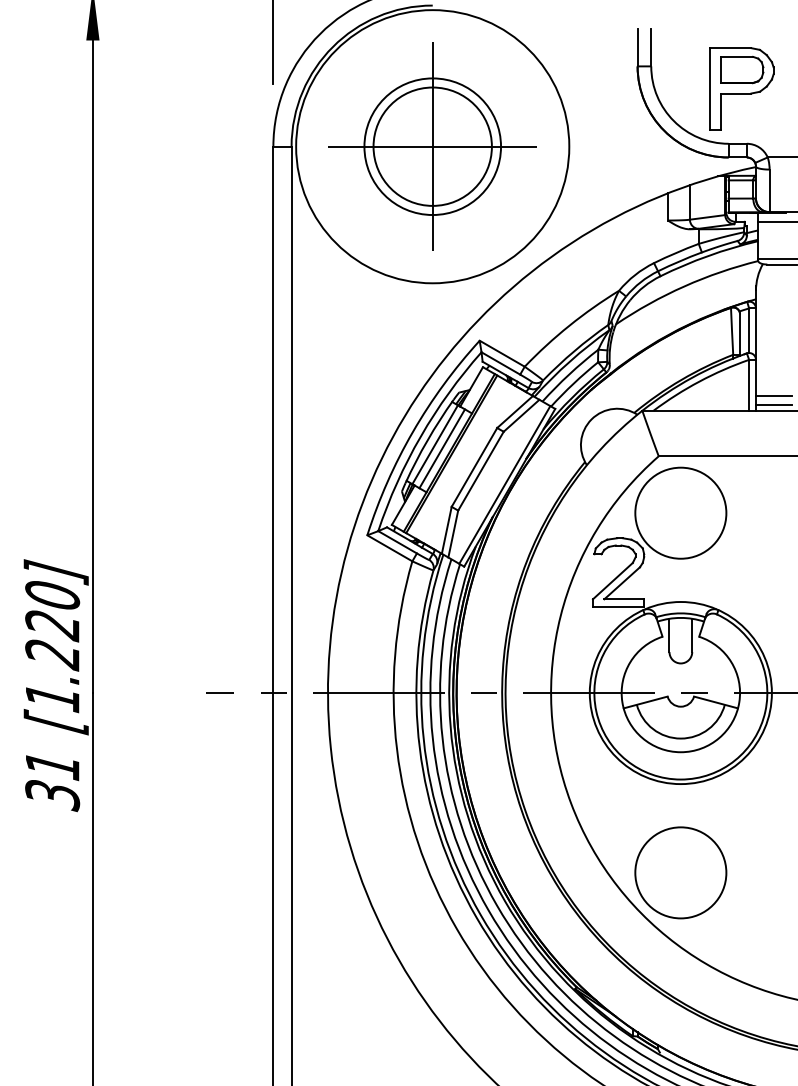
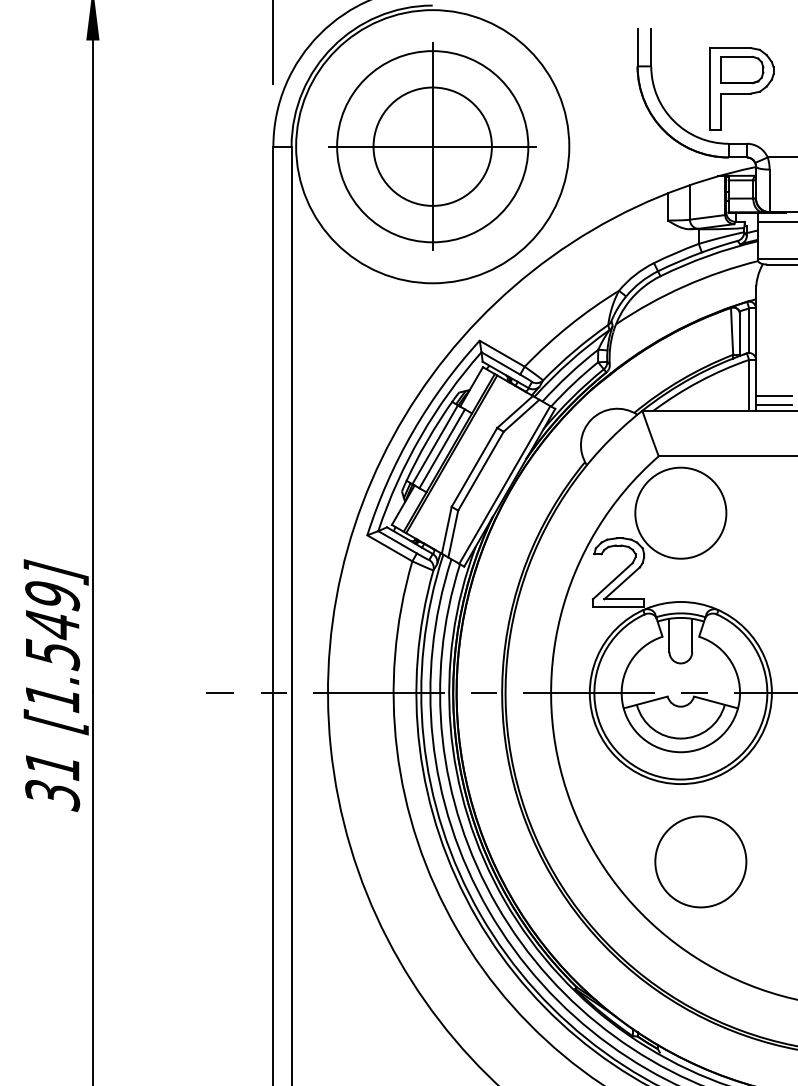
circle at (432, 146) diameter: 137 px -> 191 px
text at (52, 626): [1.220] -> [1.549]
circle at (680, 872) position: (680, 872) -> (700, 861)
